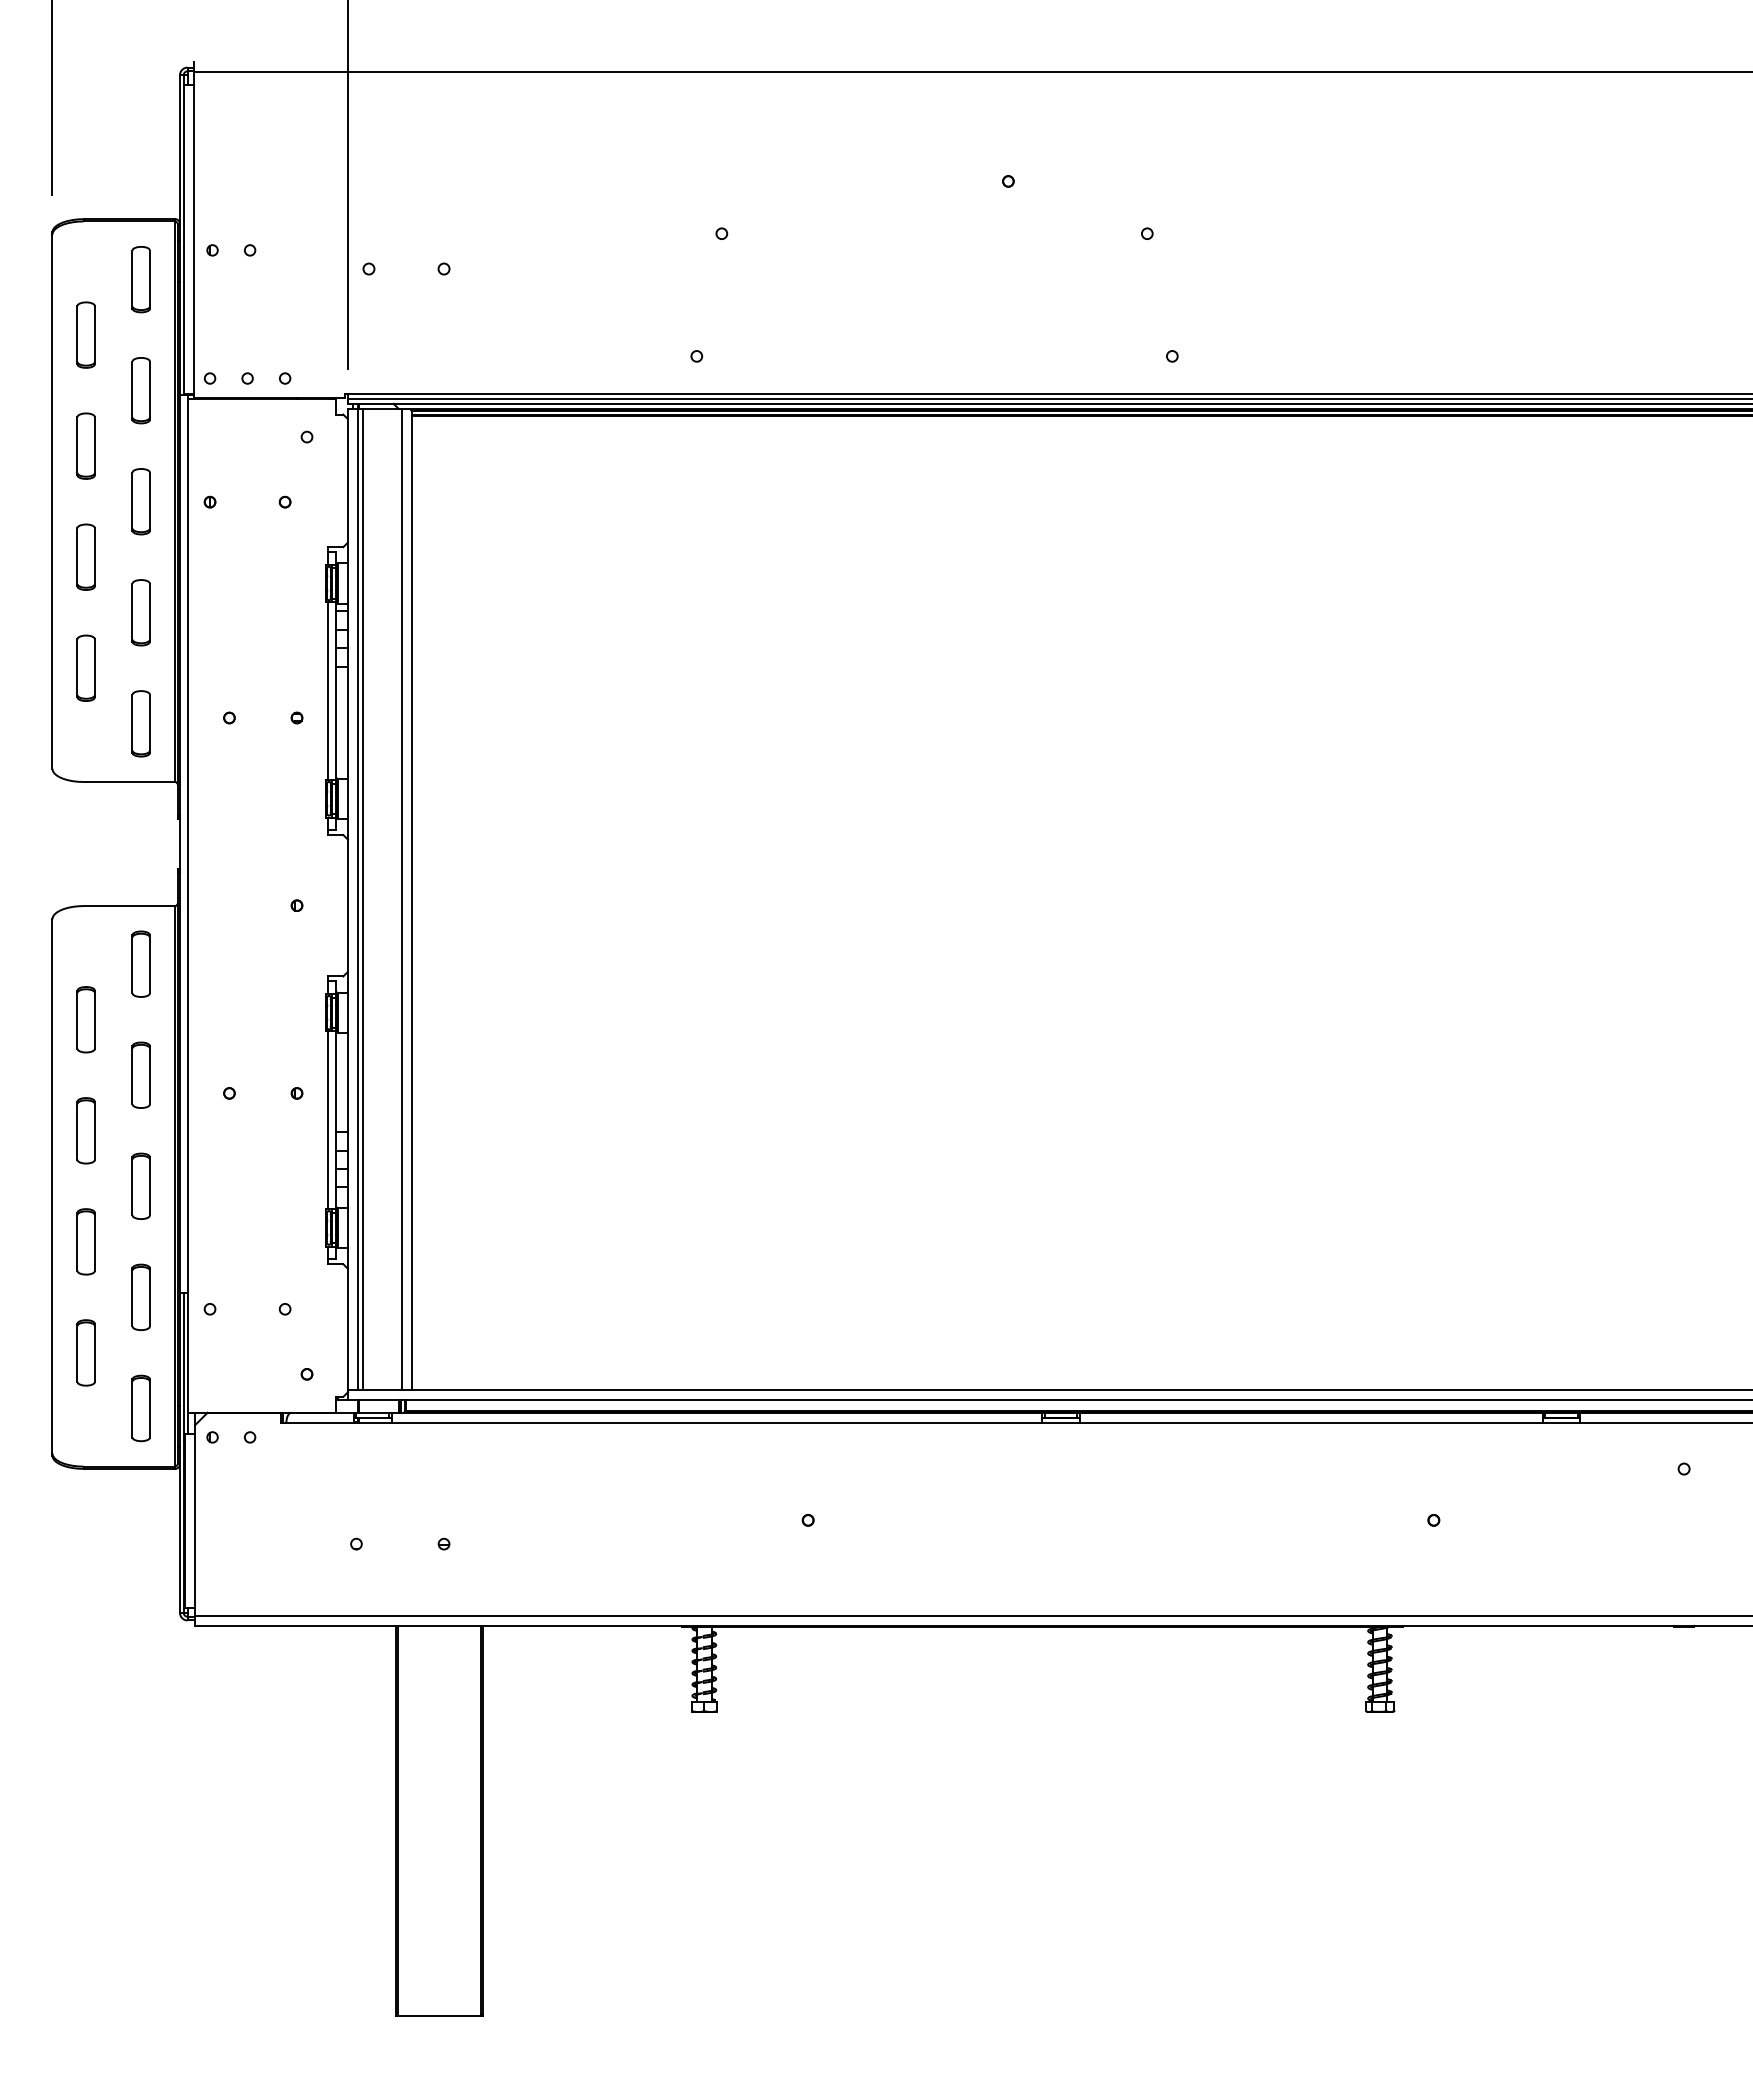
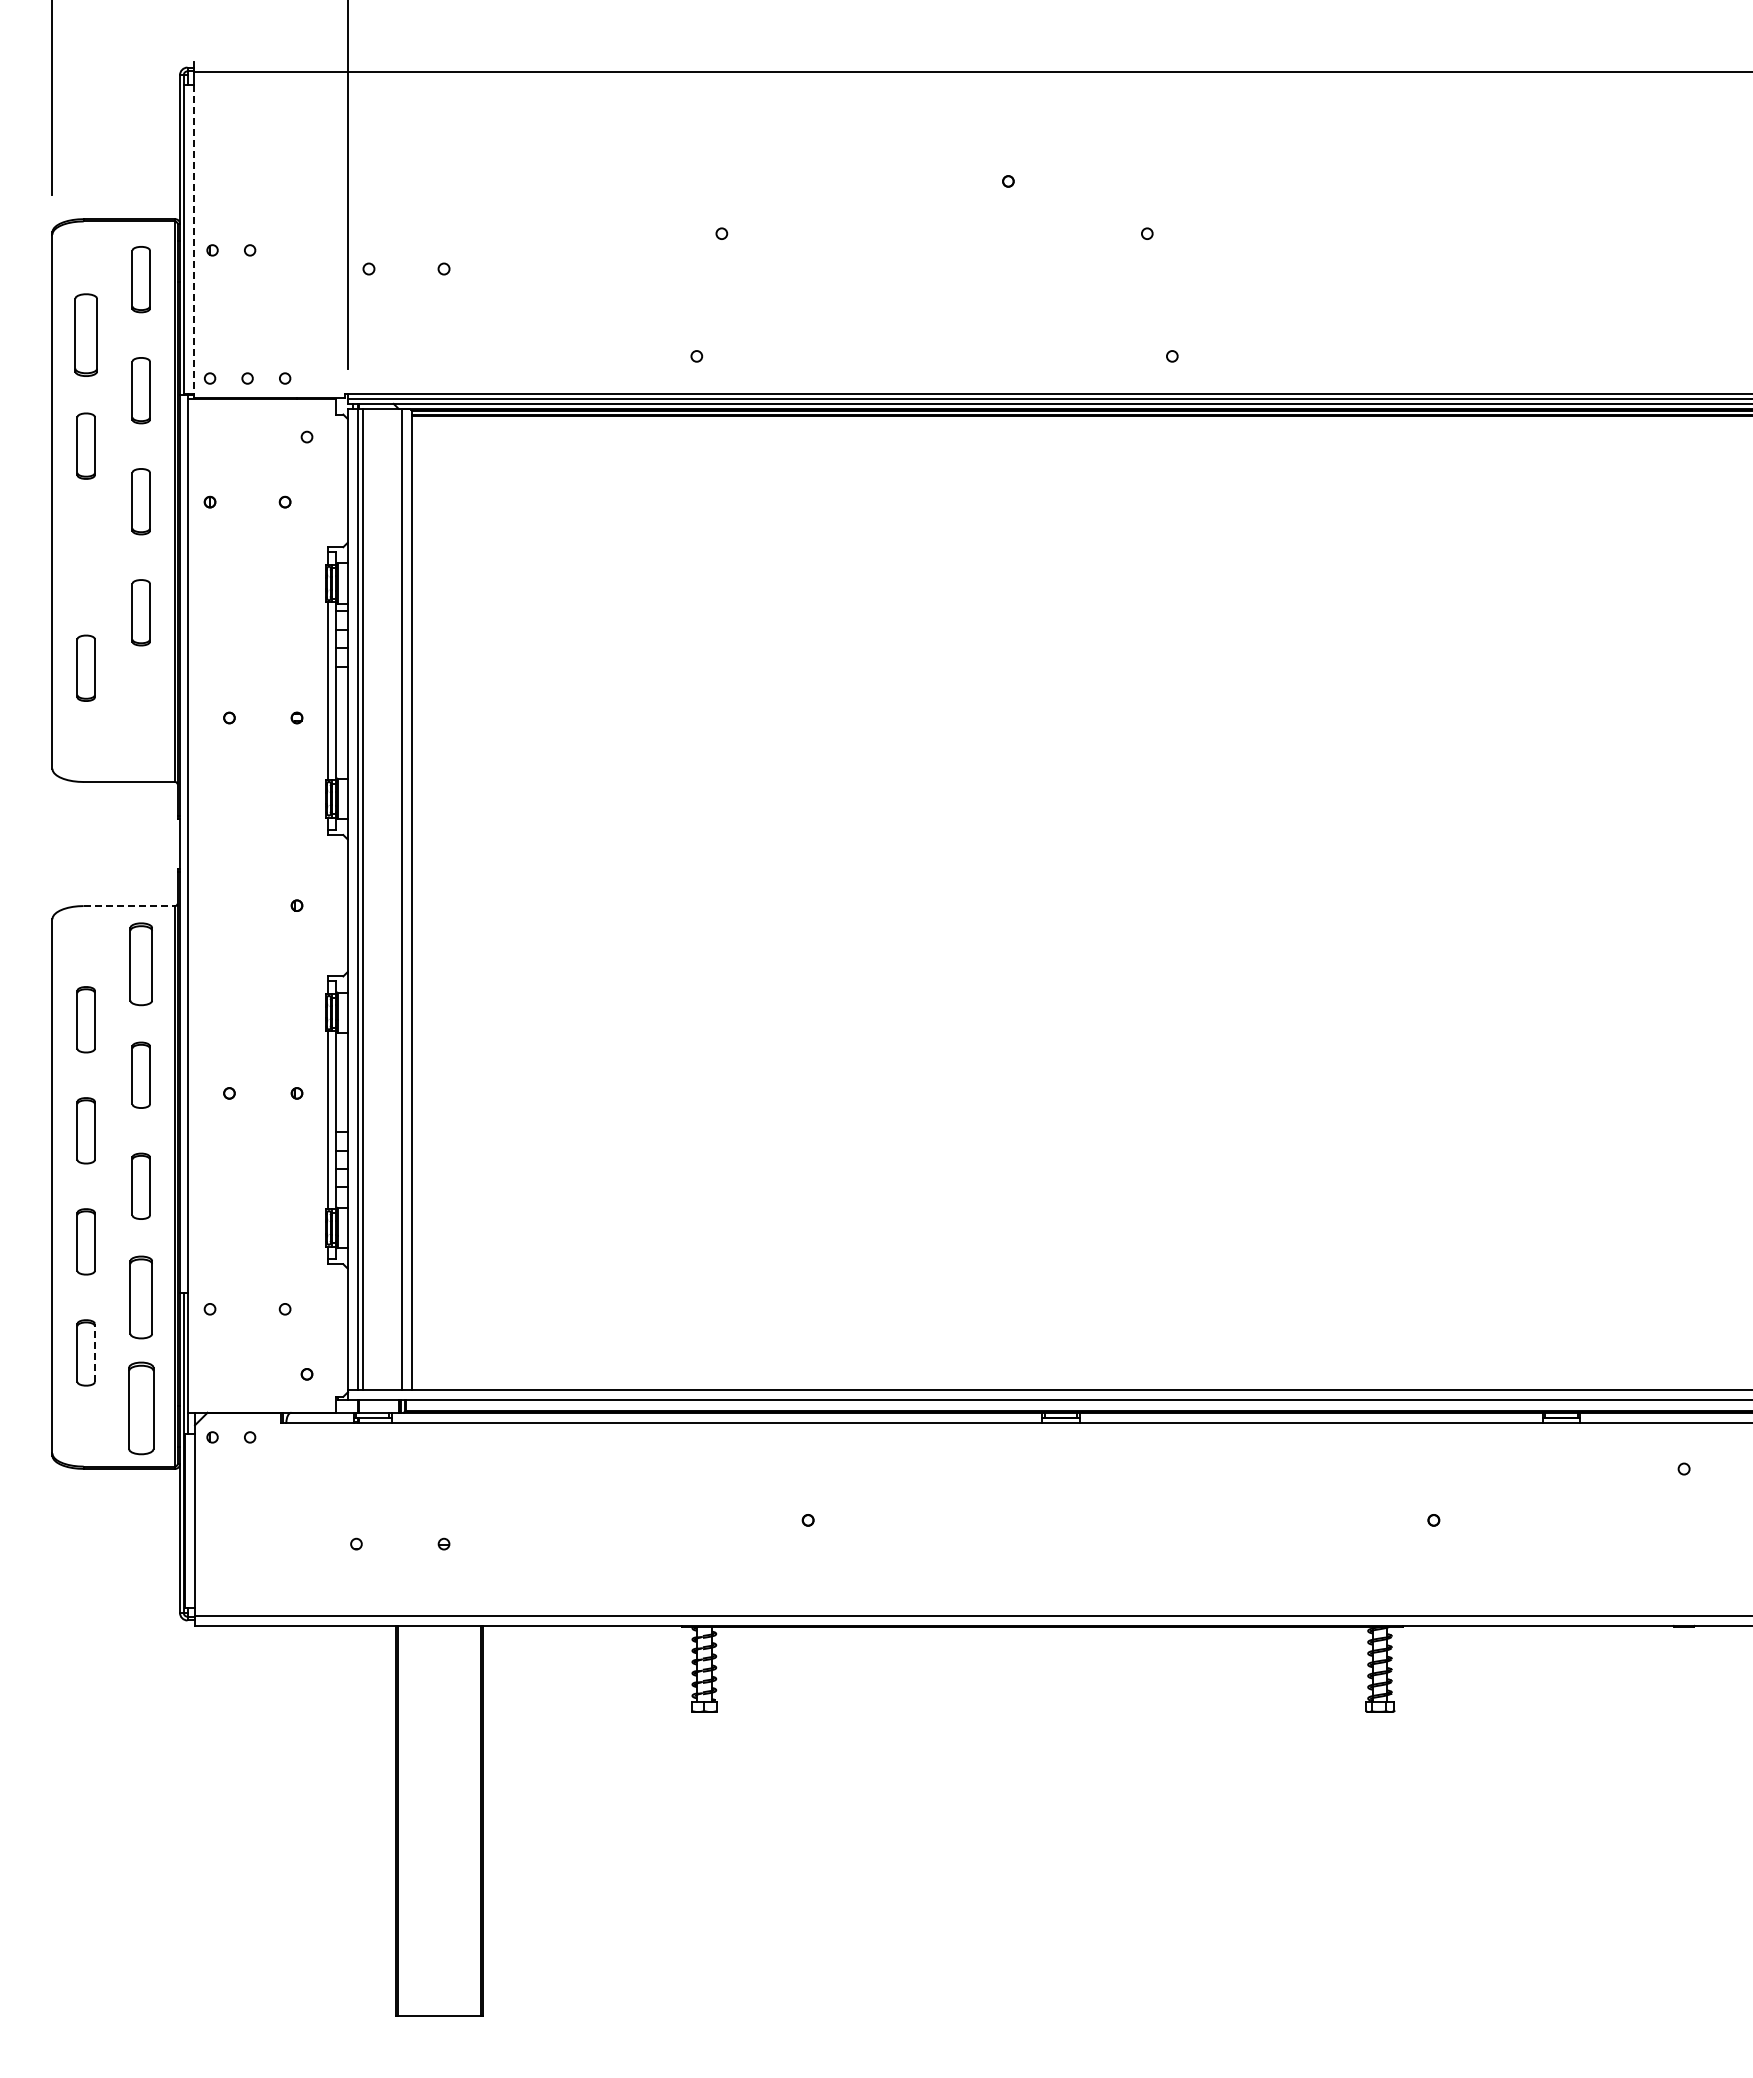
line at (193, 239): solid -> dashed
part at (85, 334) size: 20x68 px -> 24x84 px
part at (85, 556): present -> none
part at (140, 723): present -> none
line at (129, 906): solid -> dashed
part at (140, 963) size: 20x68 px -> 24x85 px
part at (140, 1296) size: 20x68 px -> 24x85 px
line at (94, 1352): solid -> dashed
part at (140, 1408) size: 20x69 px -> 27x95 px
